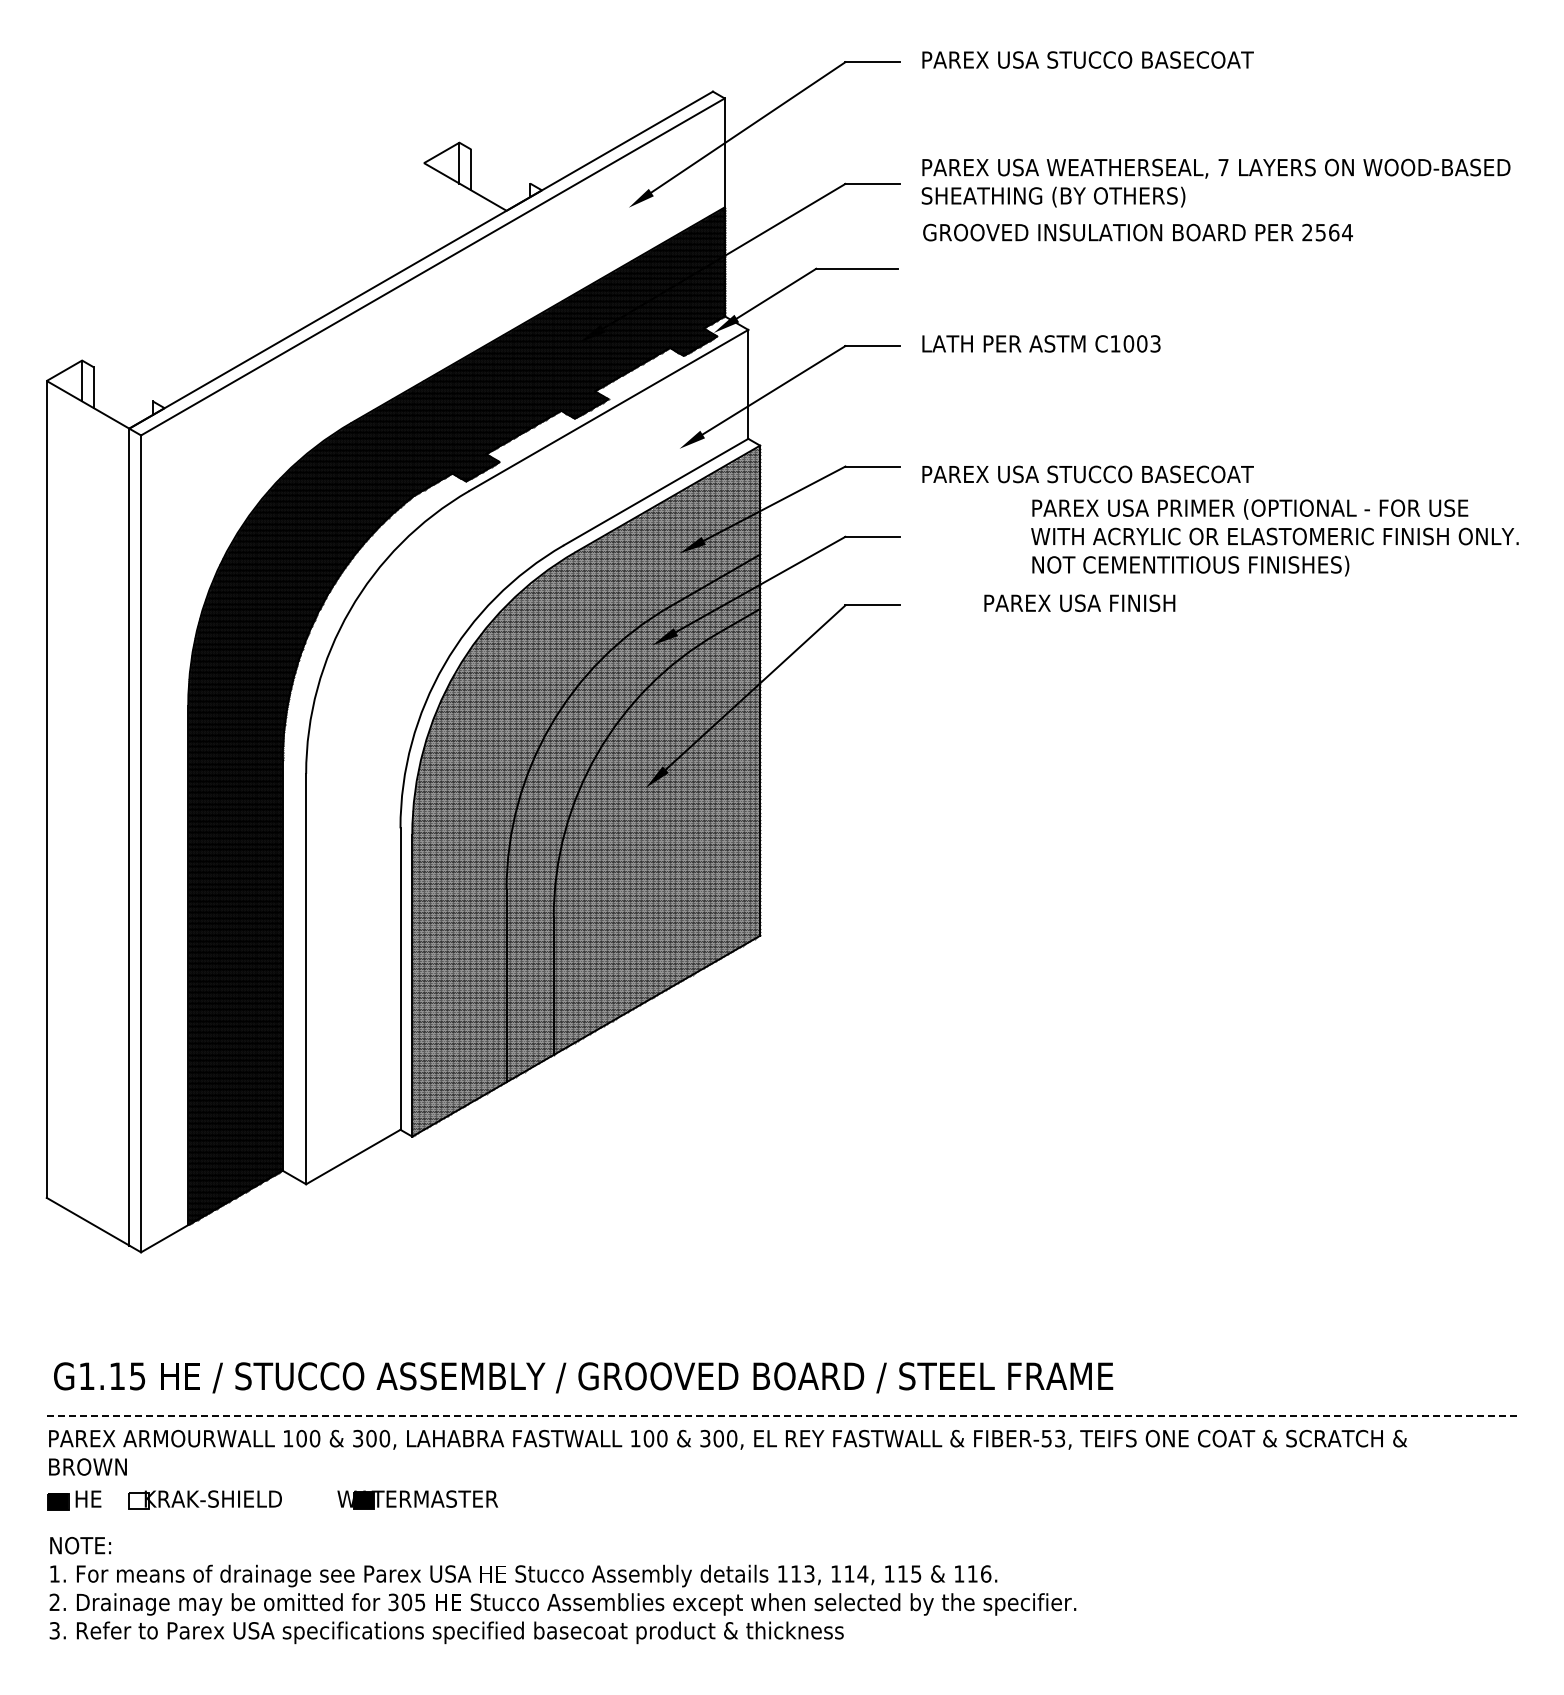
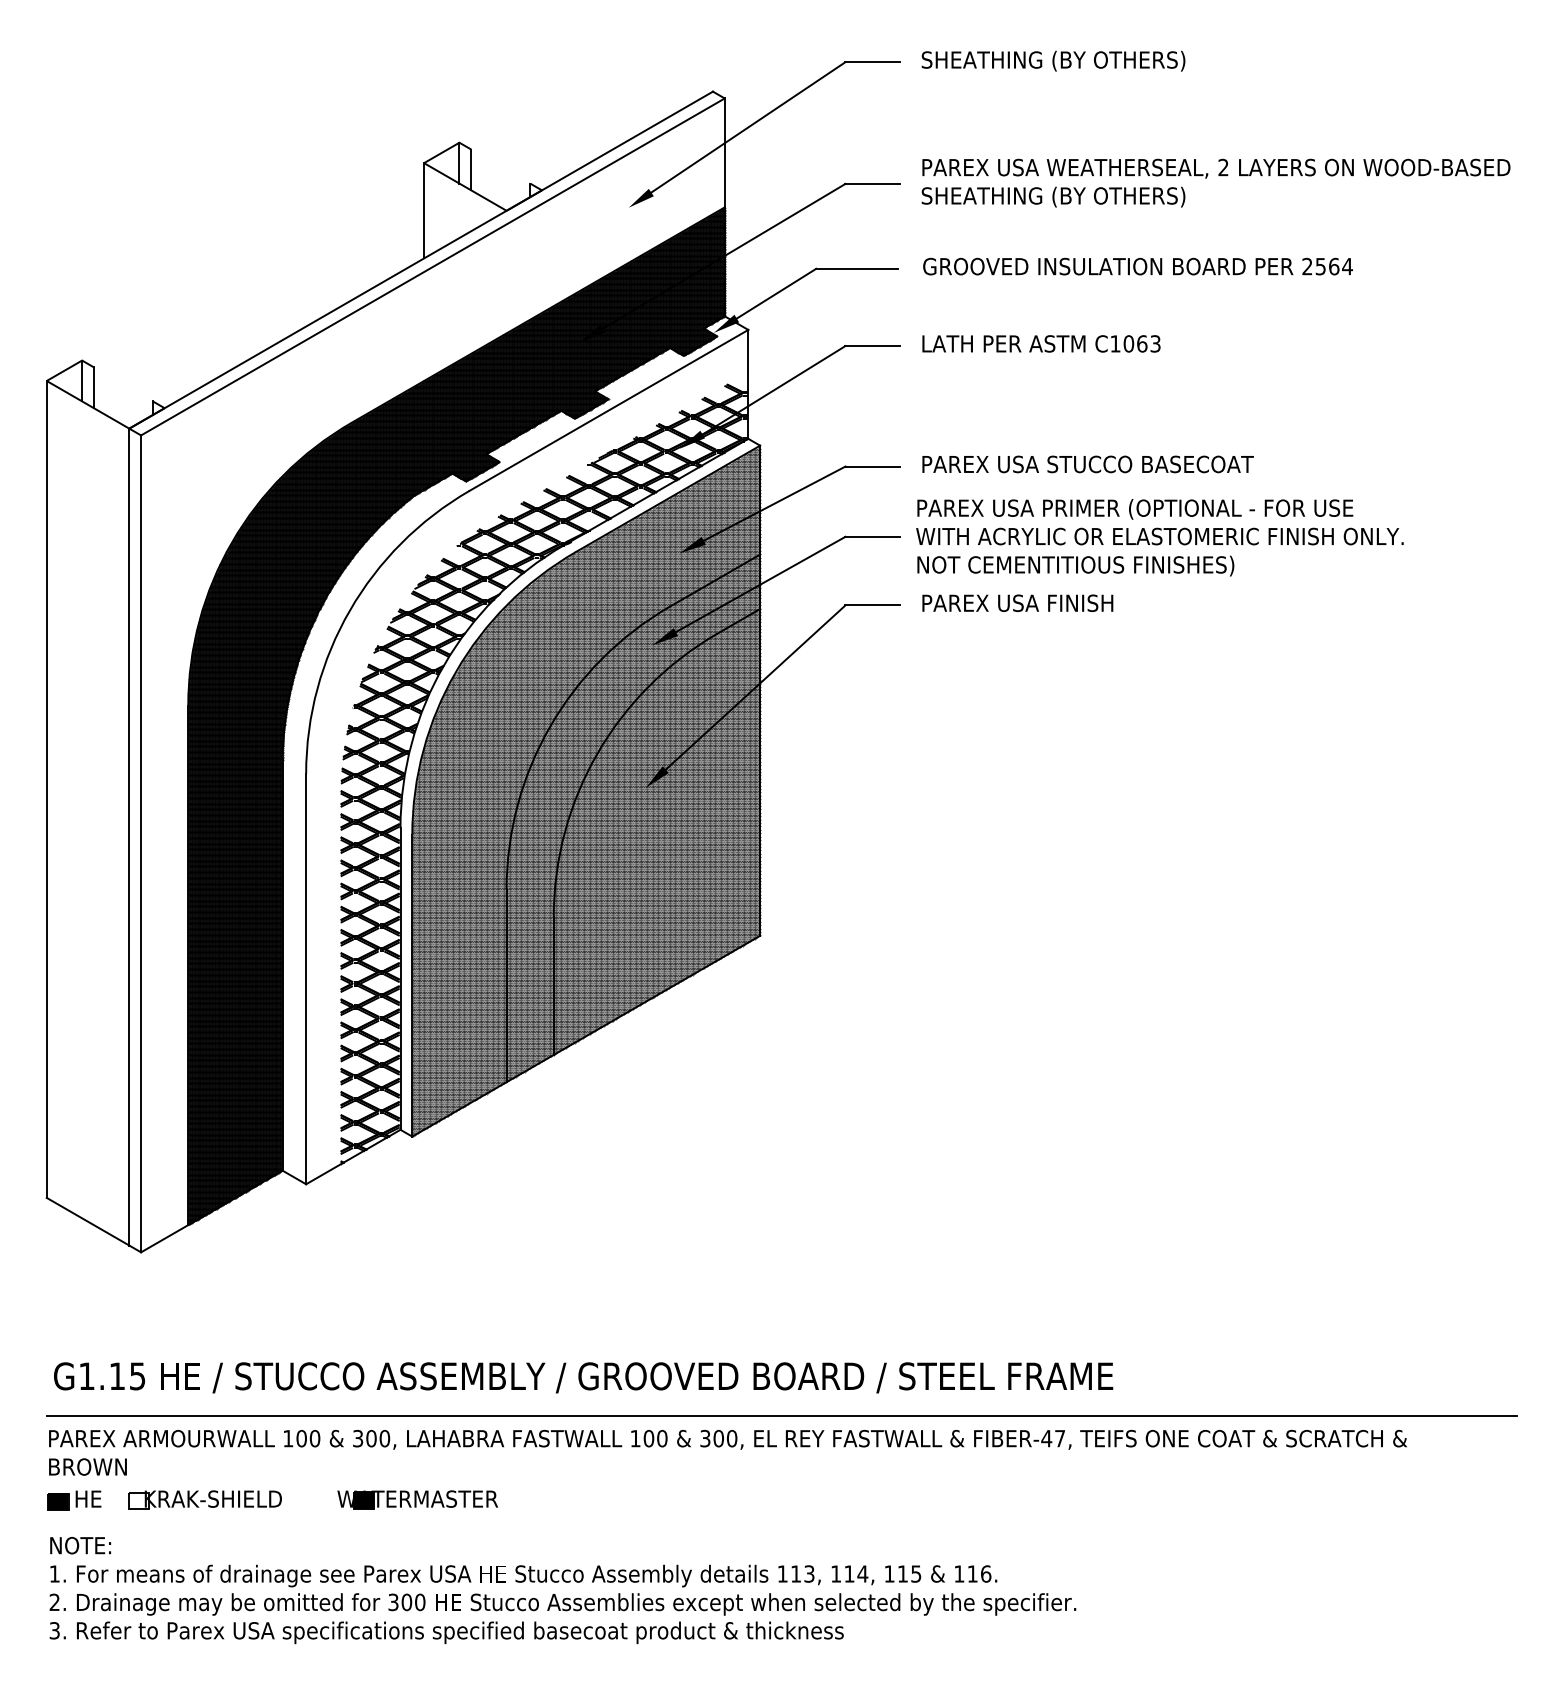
text at (1087, 60): PAREX USA STUCCO BASECOAT -> SHEATHING (BY OTHERS)
text at (1223, 167): 7 -> 2
line at (424, 210): none -> present
text at (1137, 232) position: (1137, 232) -> (1137, 266)
text at (1142, 343): C1003 -> C1063
text at (1087, 474) position: (1087, 474) -> (1087, 464)
text at (1274, 537) position: (1274, 537) -> (1159, 537)
text at (1079, 602) position: (1079, 602) -> (1017, 602)
hatch at (543, 768): none -> present
line at (782, 1415): dashed -> solid
text at (1053, 1438): FIBER-53, -> FIBER-47,
text at (420, 1602): 305 -> 300
